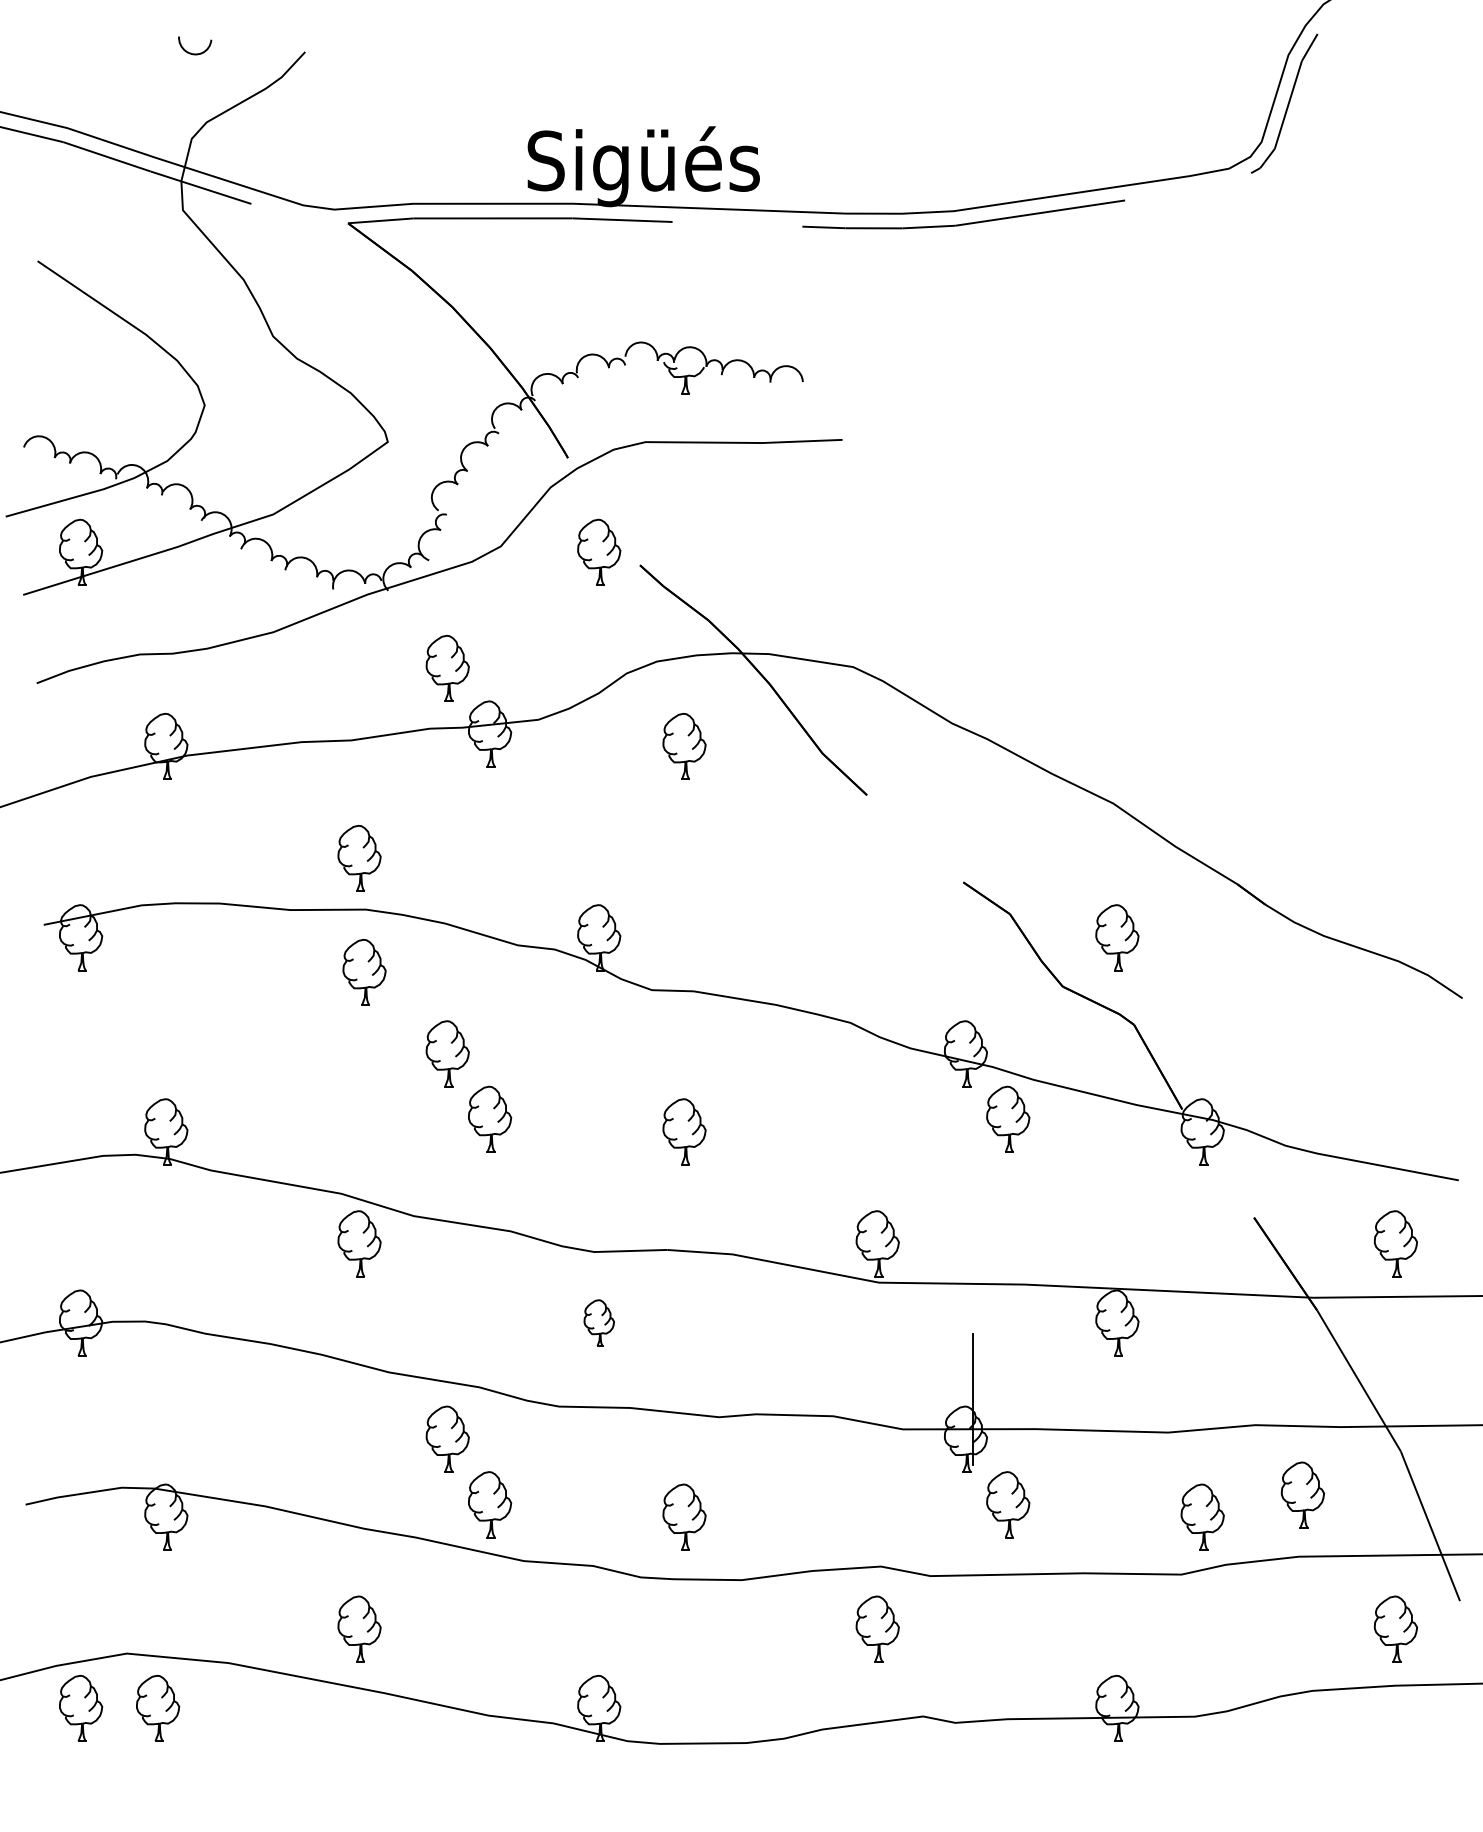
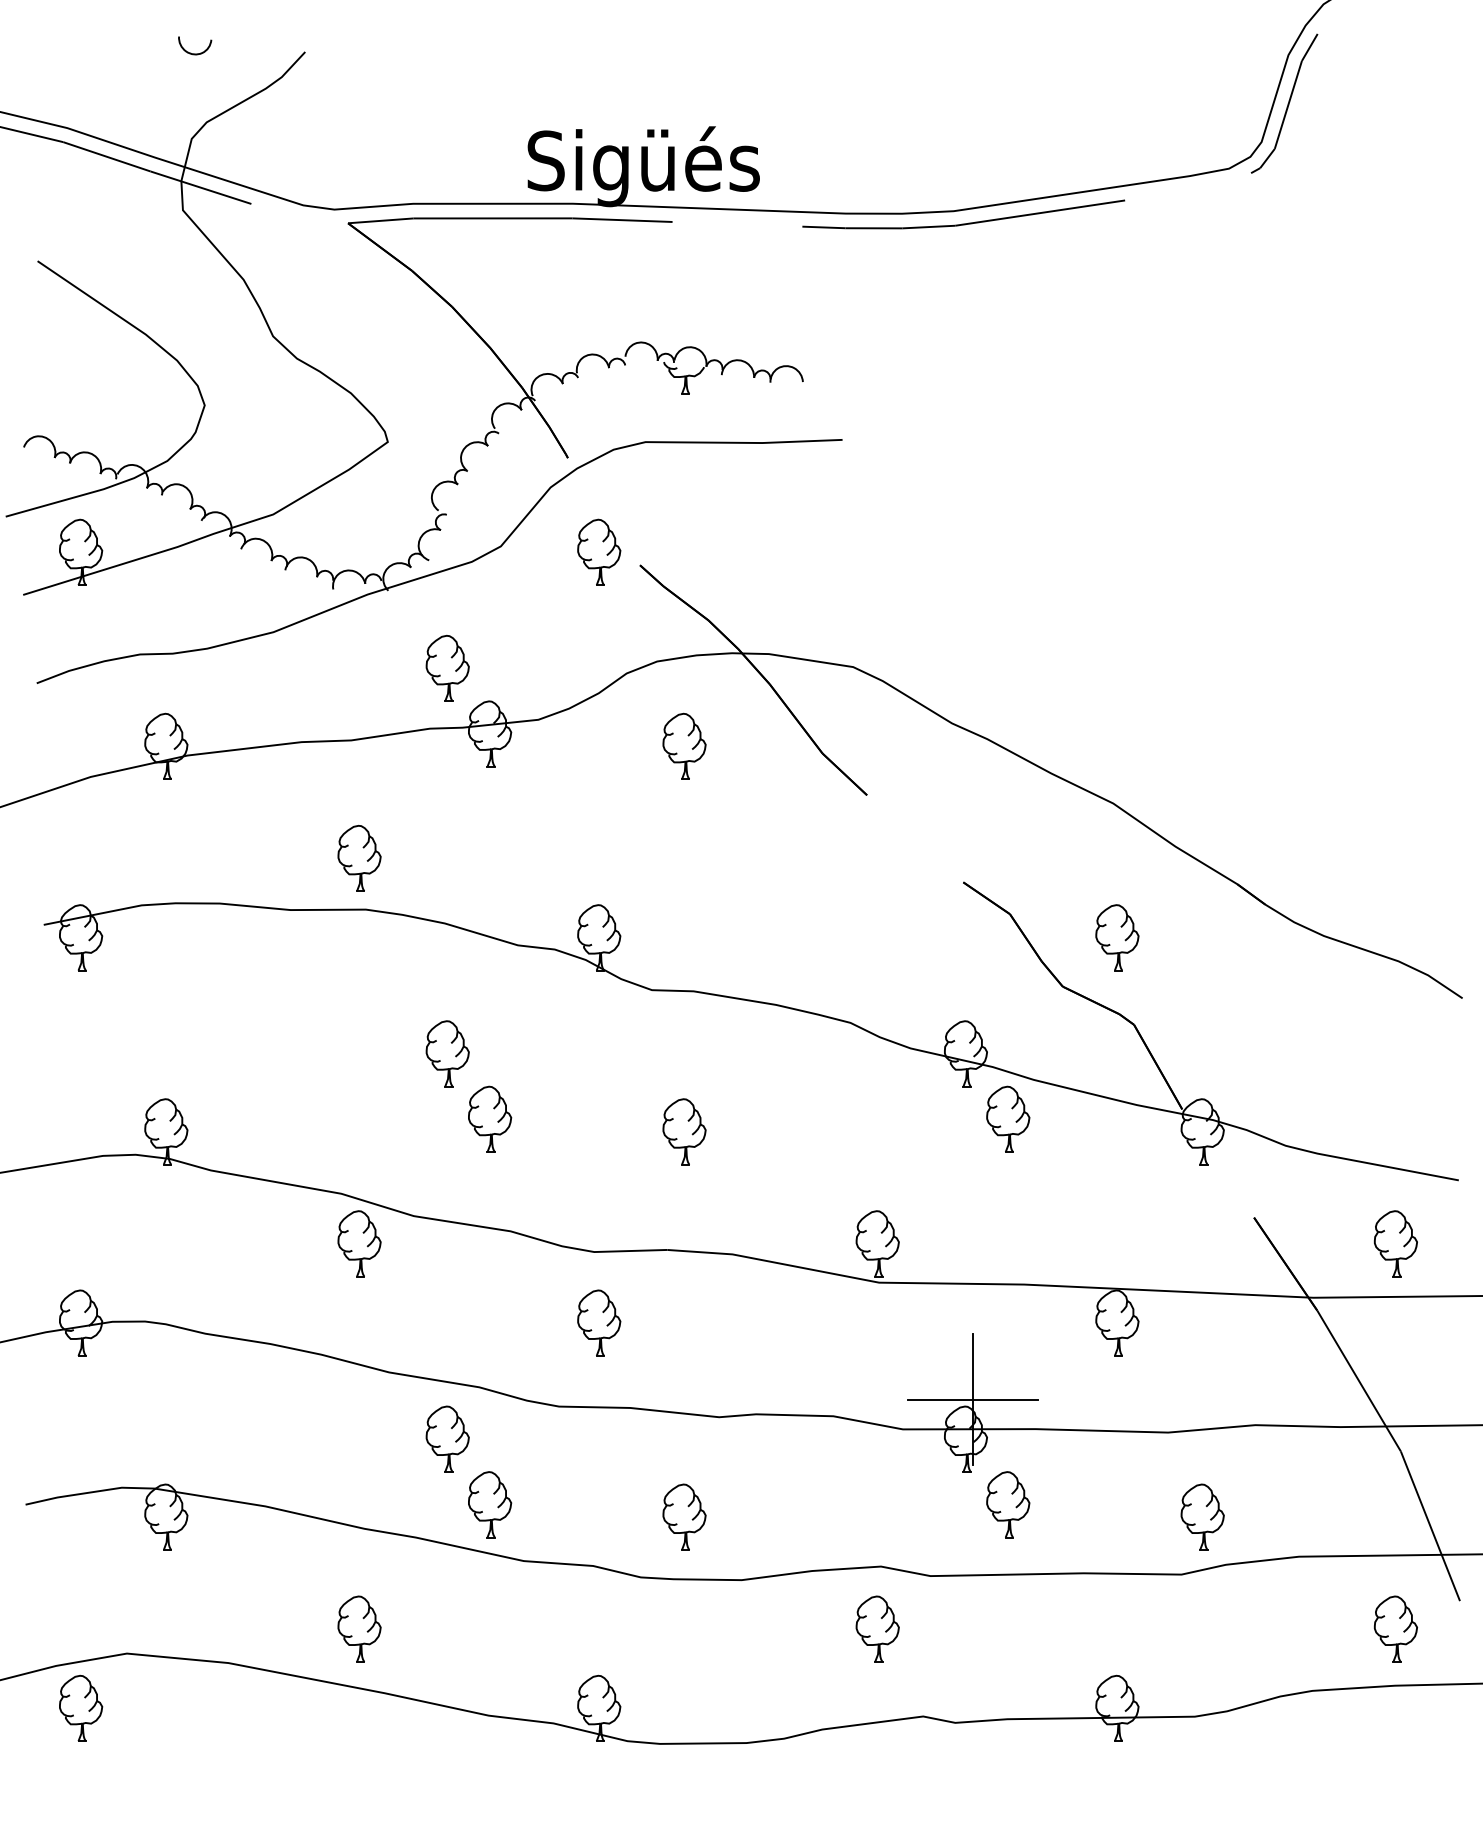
part at (364, 972): present -> none
part at (598, 1322) size: 32x48 px -> 45x68 px
line at (972, 1399): none -> present
part at (1302, 1494): present -> none
part at (158, 1707): present -> none
